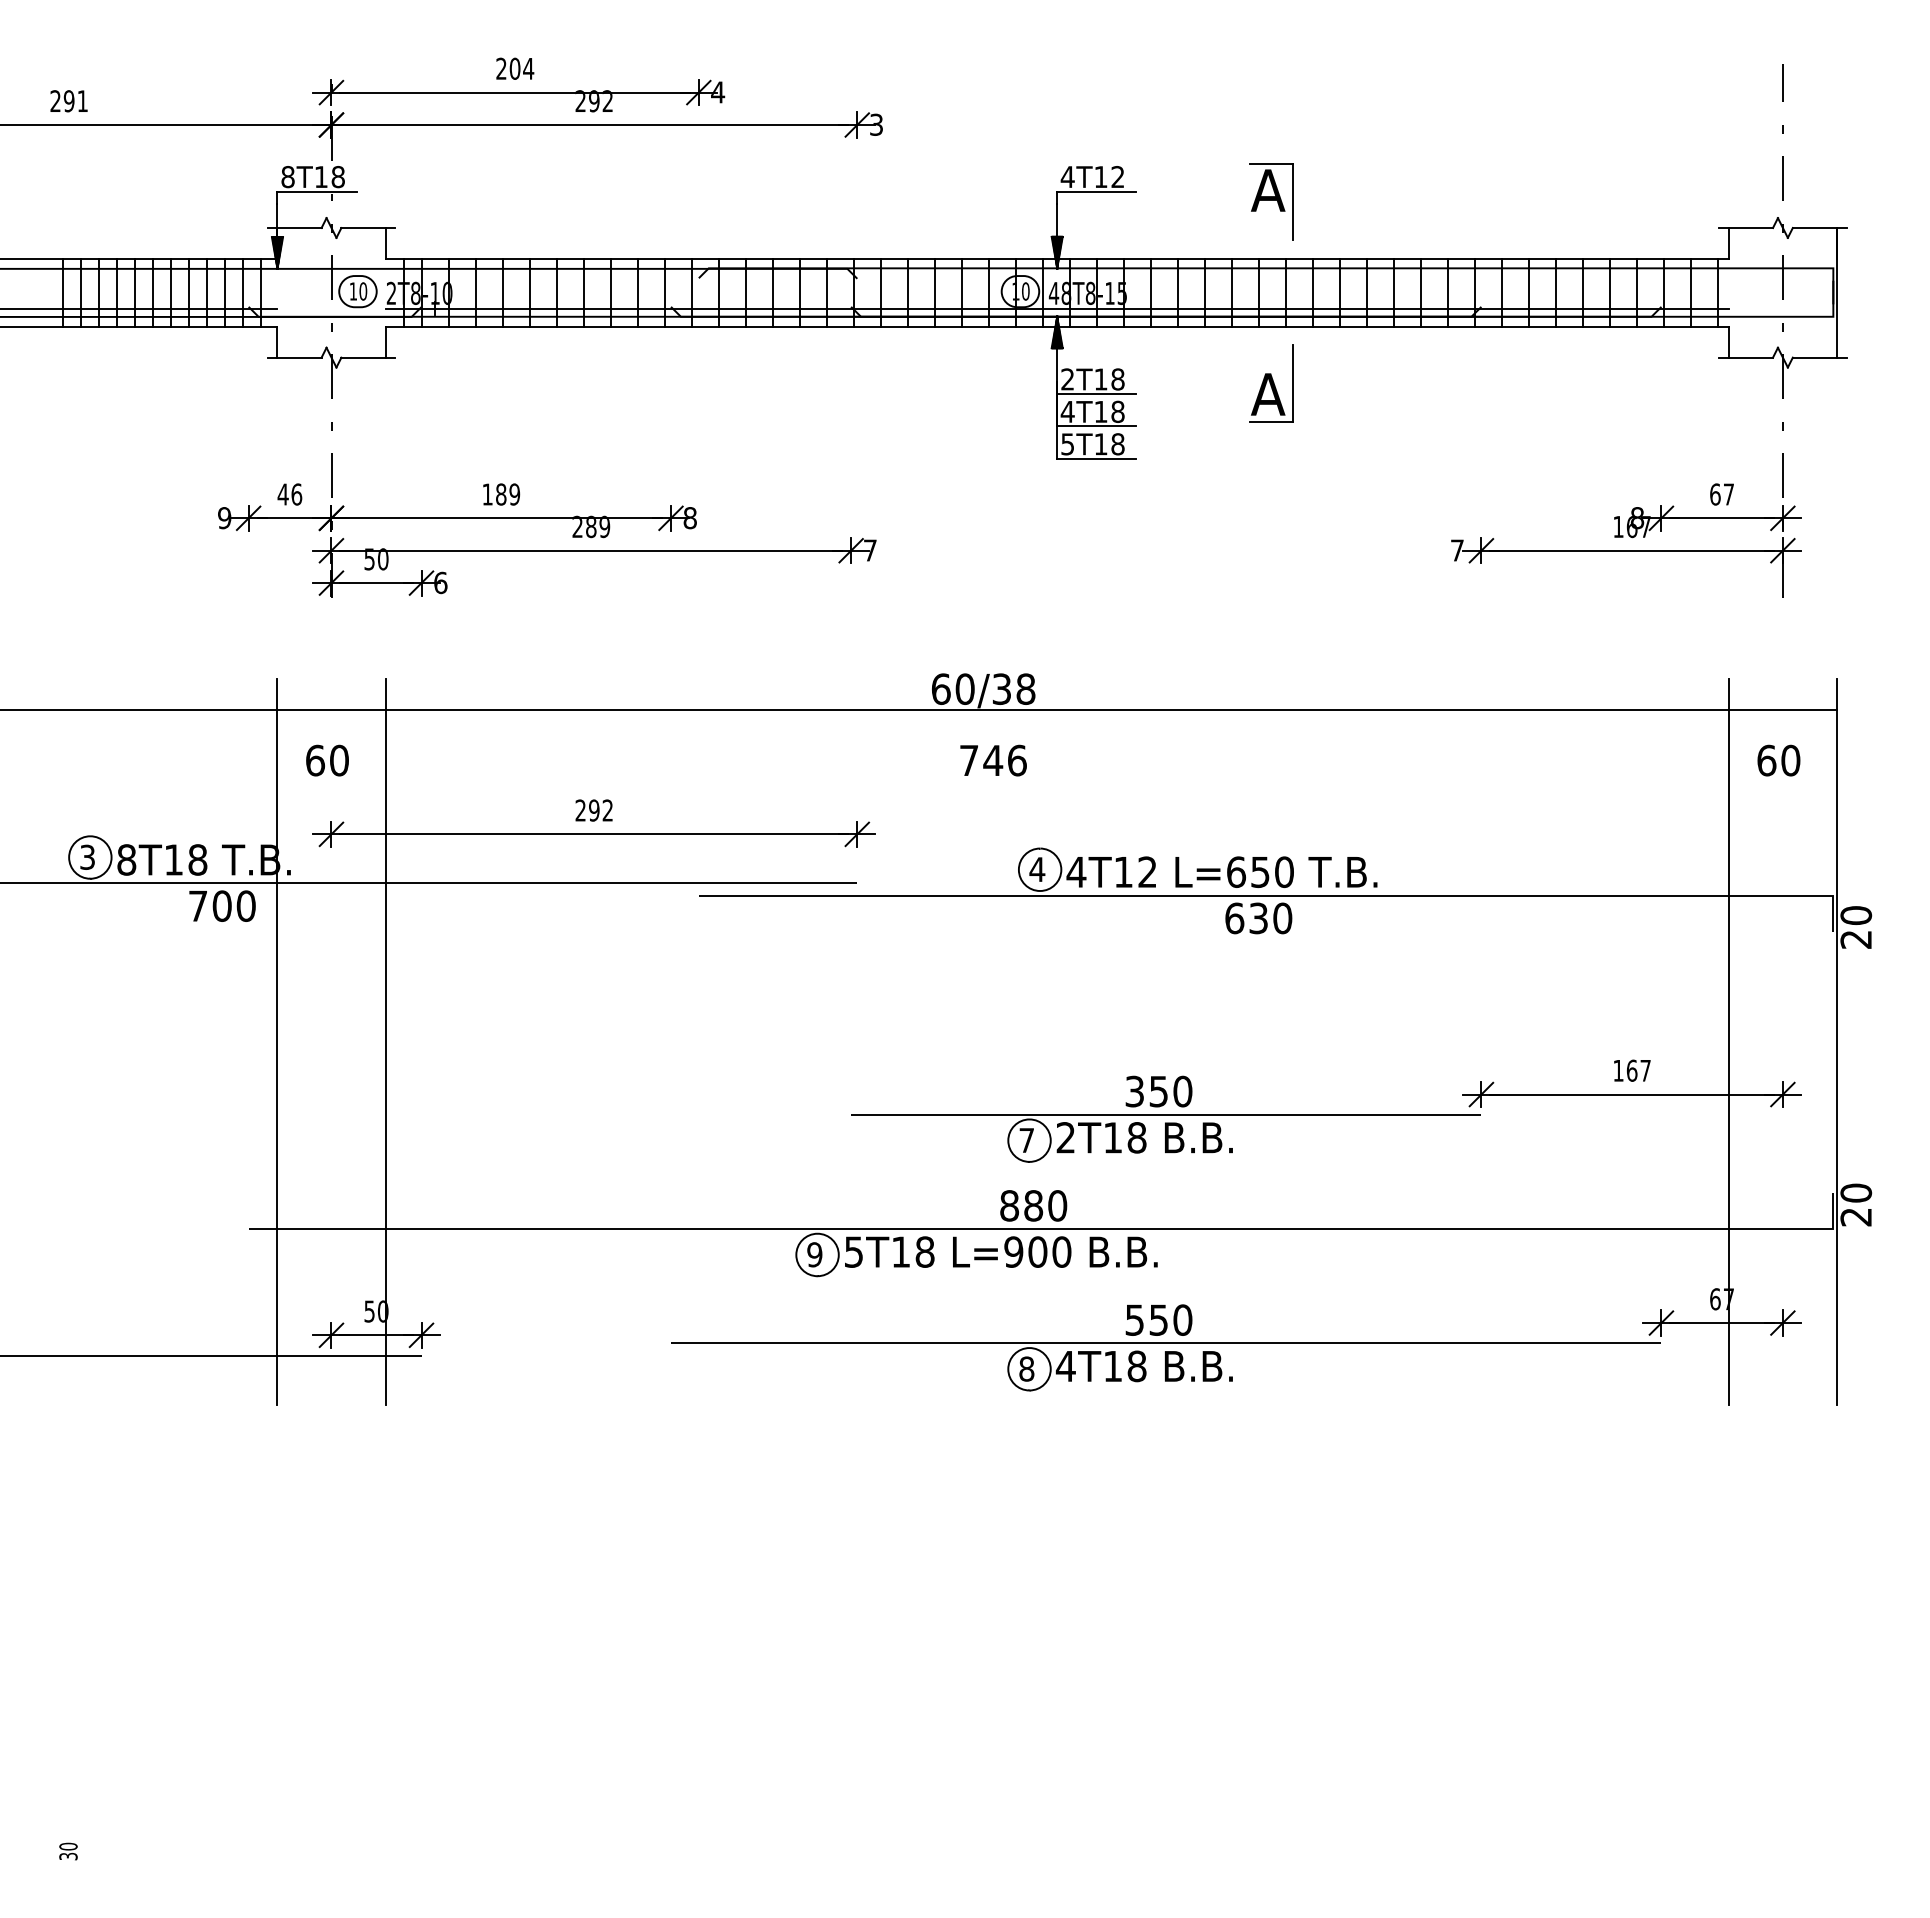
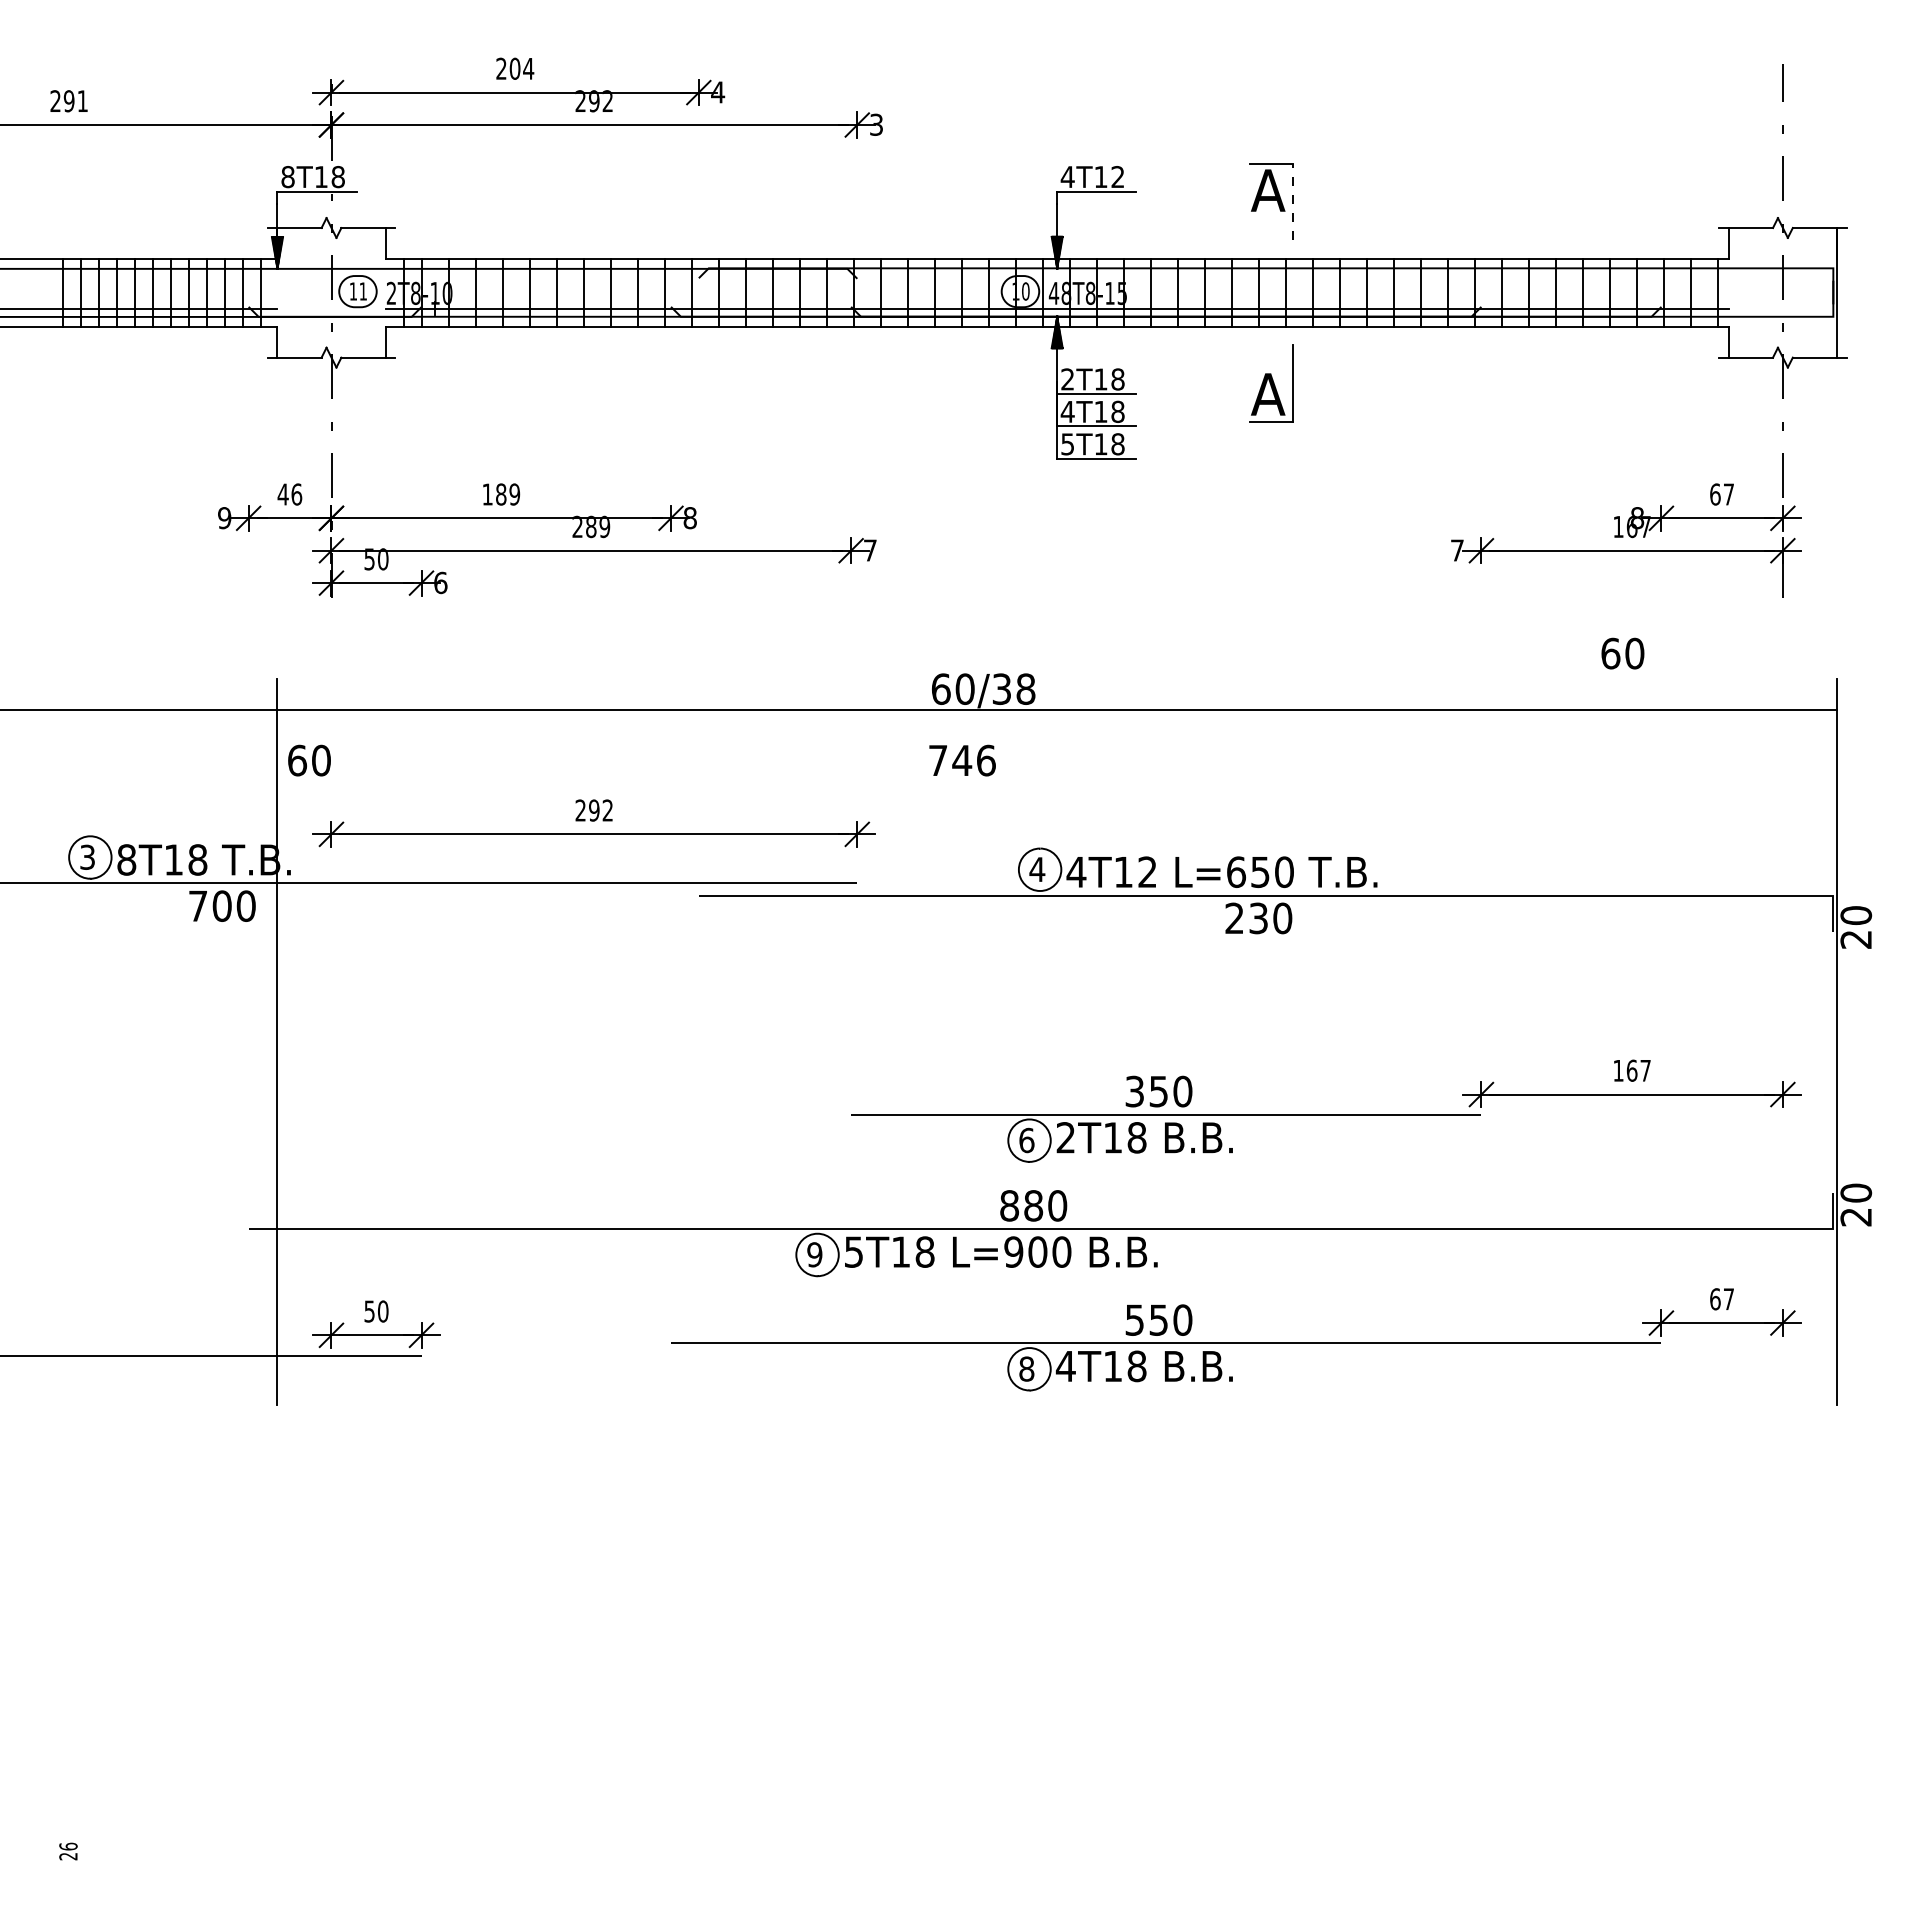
line at (1292, 201): solid -> dashed
text at (363, 291): 10 -> 11
text at (327, 760) position: (327, 760) -> (309, 760)
text at (993, 760) position: (993, 760) -> (962, 760)
text at (1778, 760) position: (1778, 760) -> (1622, 653)
text at (1234, 918): 630 -> 230
line at (385, 1042): present -> none
line at (1728, 1042): present -> none
text at (1026, 1140): 7 -> 6
text at (68, 1851): 30 -> 26
